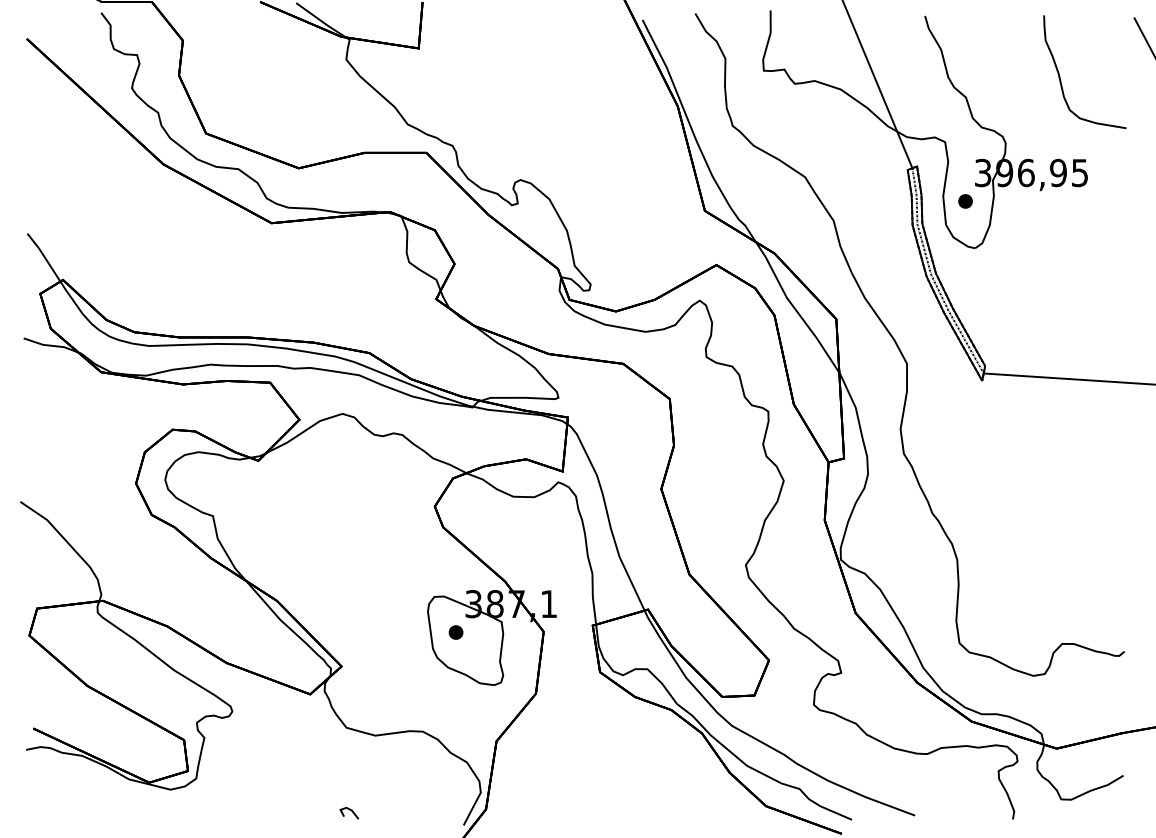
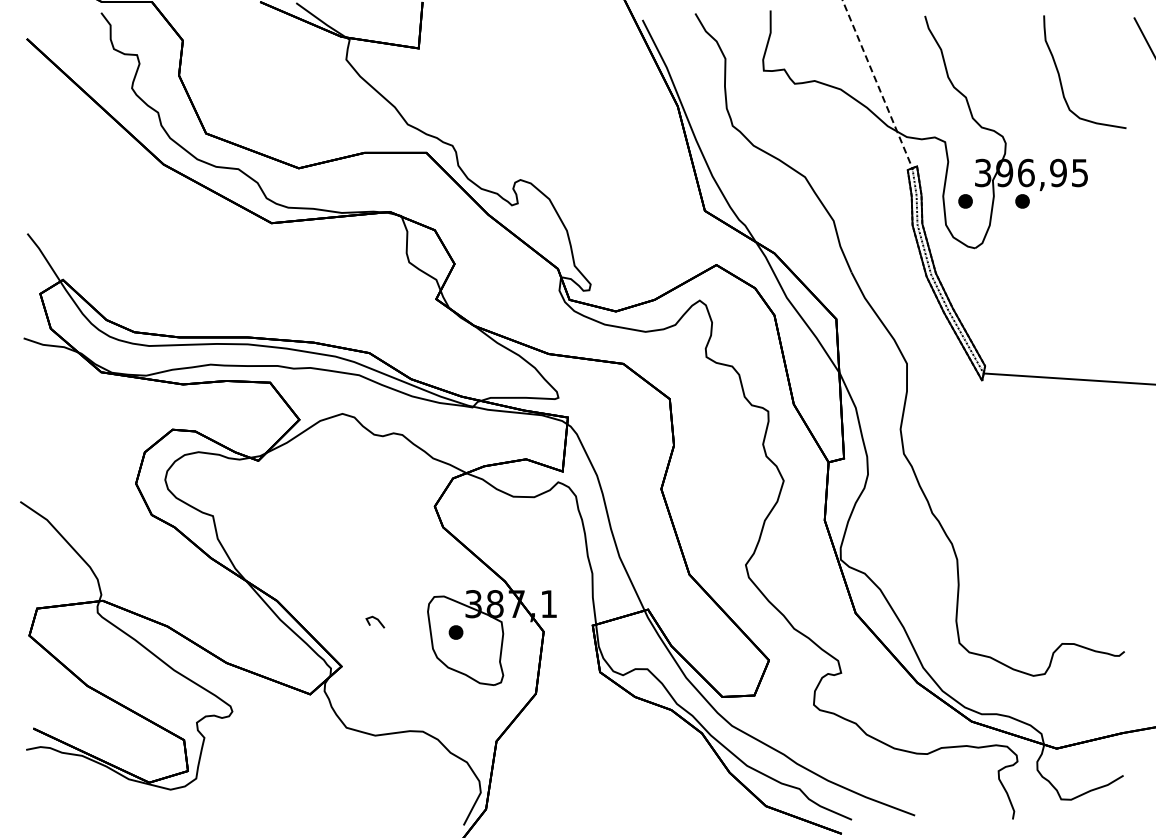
line at (877, 84): solid -> dashed
part at (1022, 201): none -> present
line at (349, 810) position: (349, 810) -> (375, 619)
